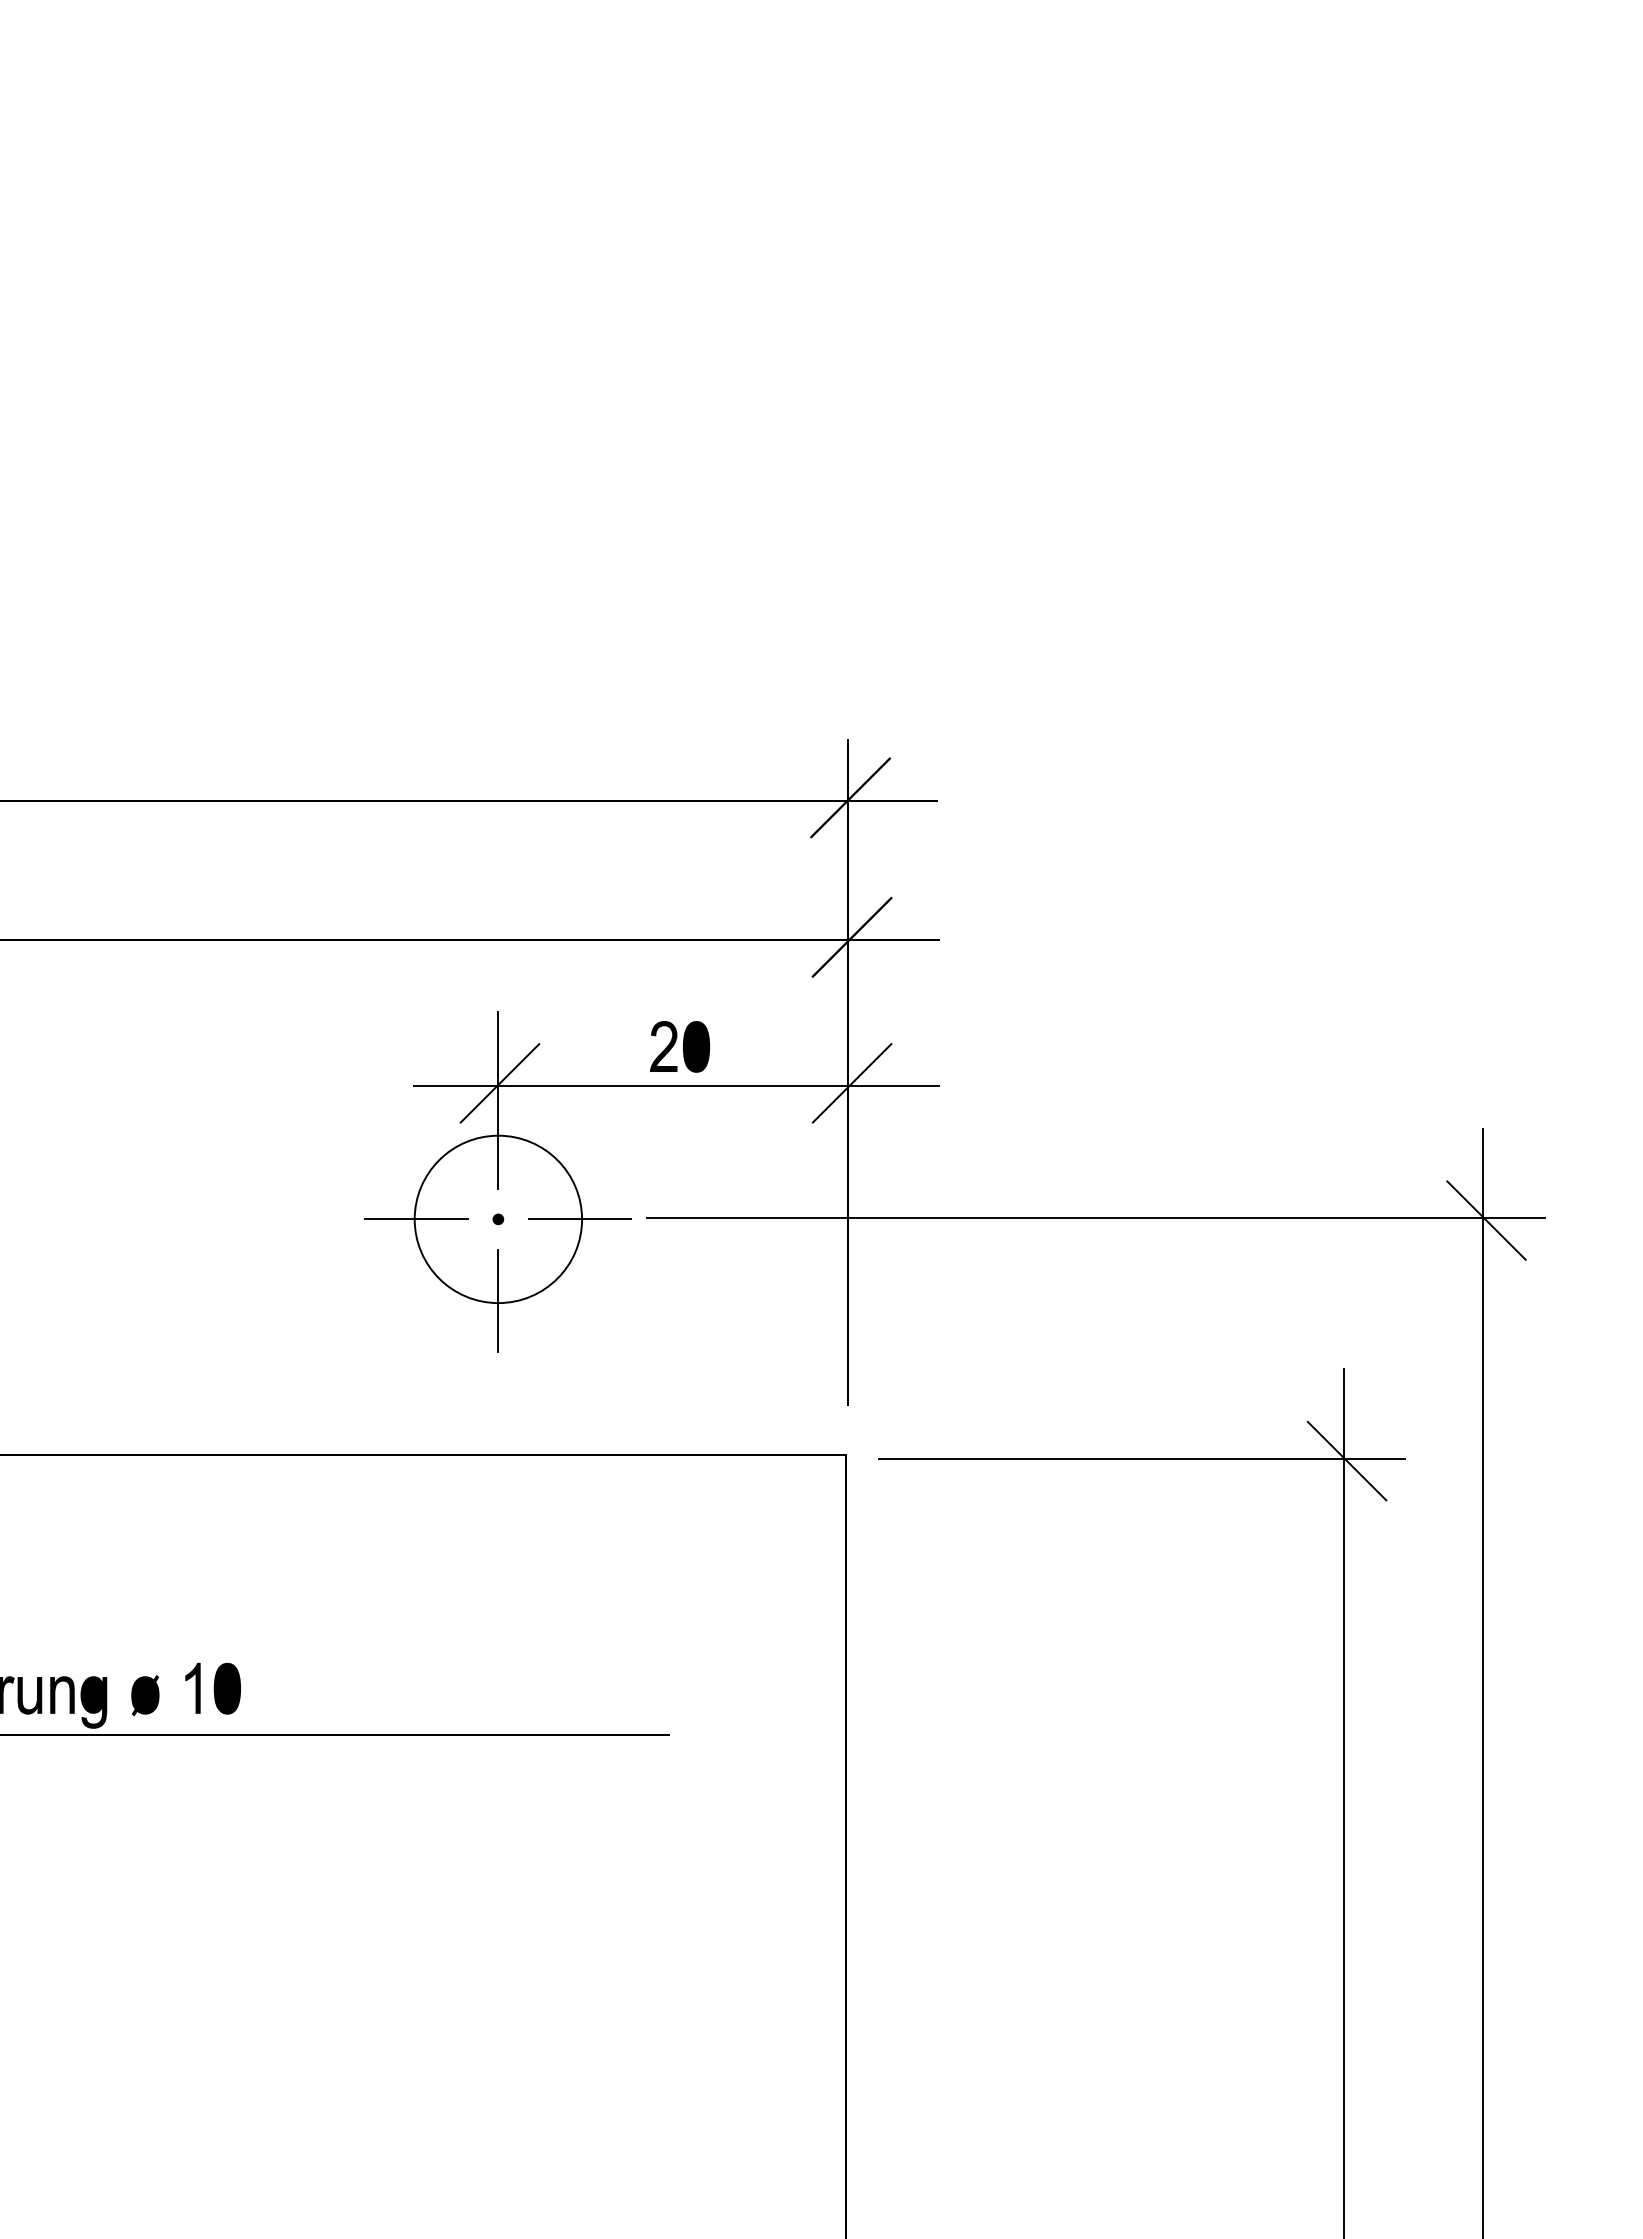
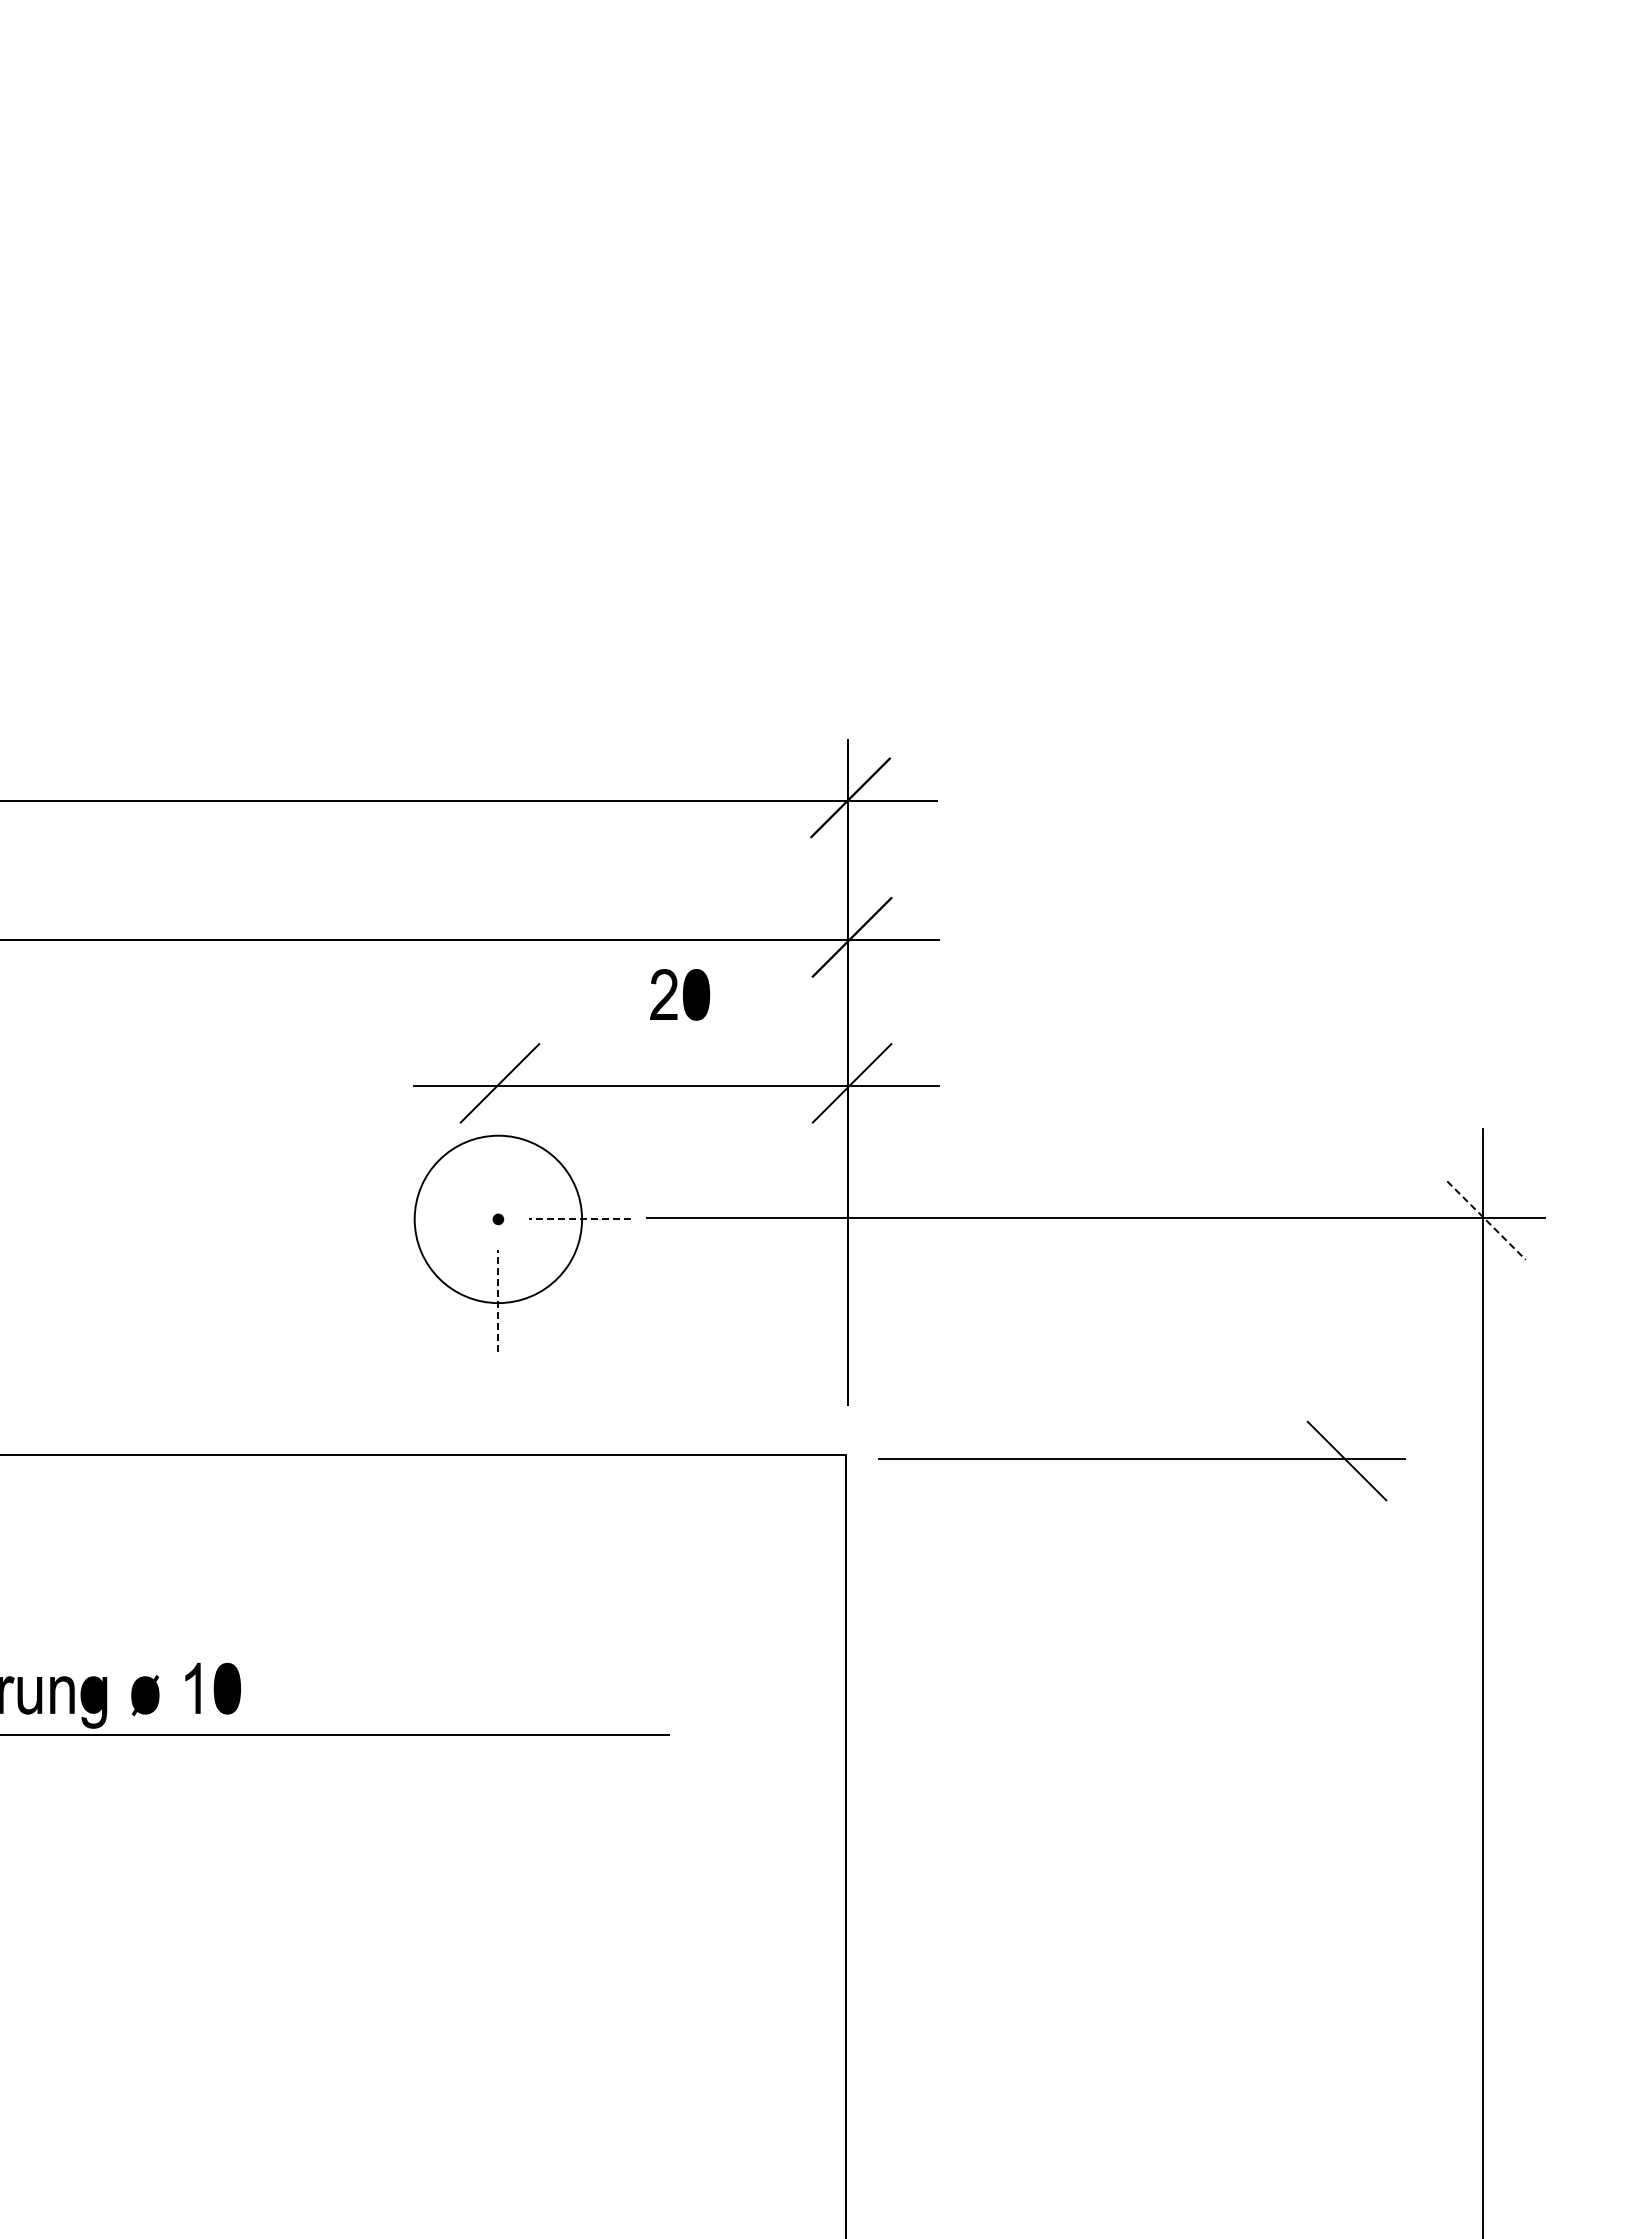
part at (680, 1046) position: (680, 1046) -> (680, 994)
line at (498, 1100): present -> none
line at (416, 1219): present -> none
line at (579, 1219): solid -> dashed
line at (1486, 1220): solid -> dashed
line at (498, 1300): solid -> dashed
line at (1343, 1802): present -> none
